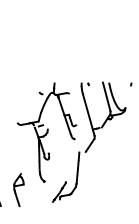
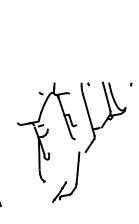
part at (18, 189): present -> none
